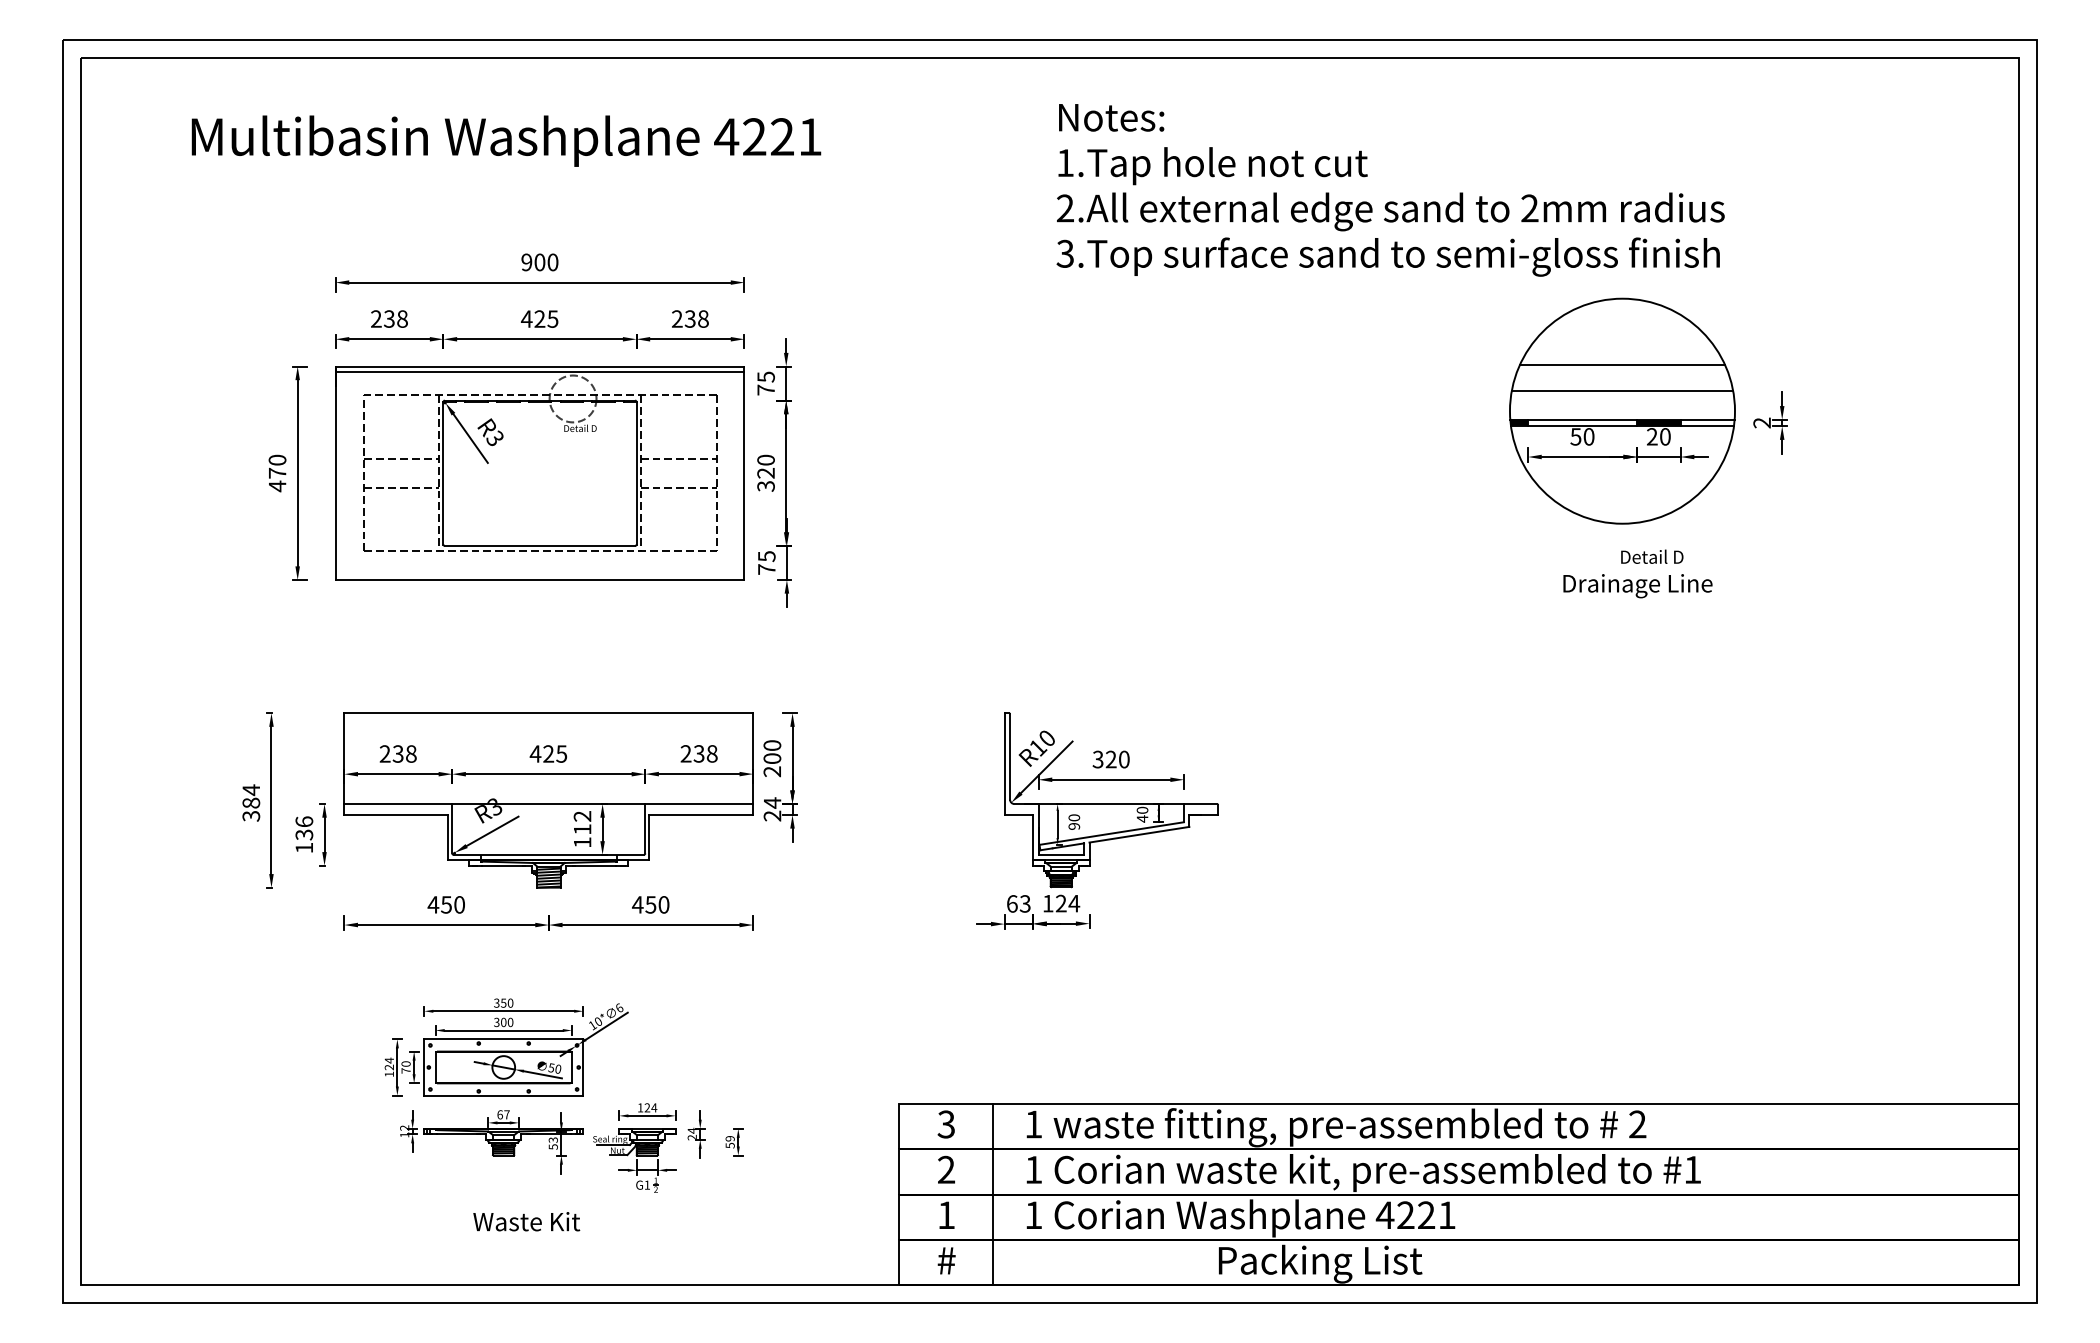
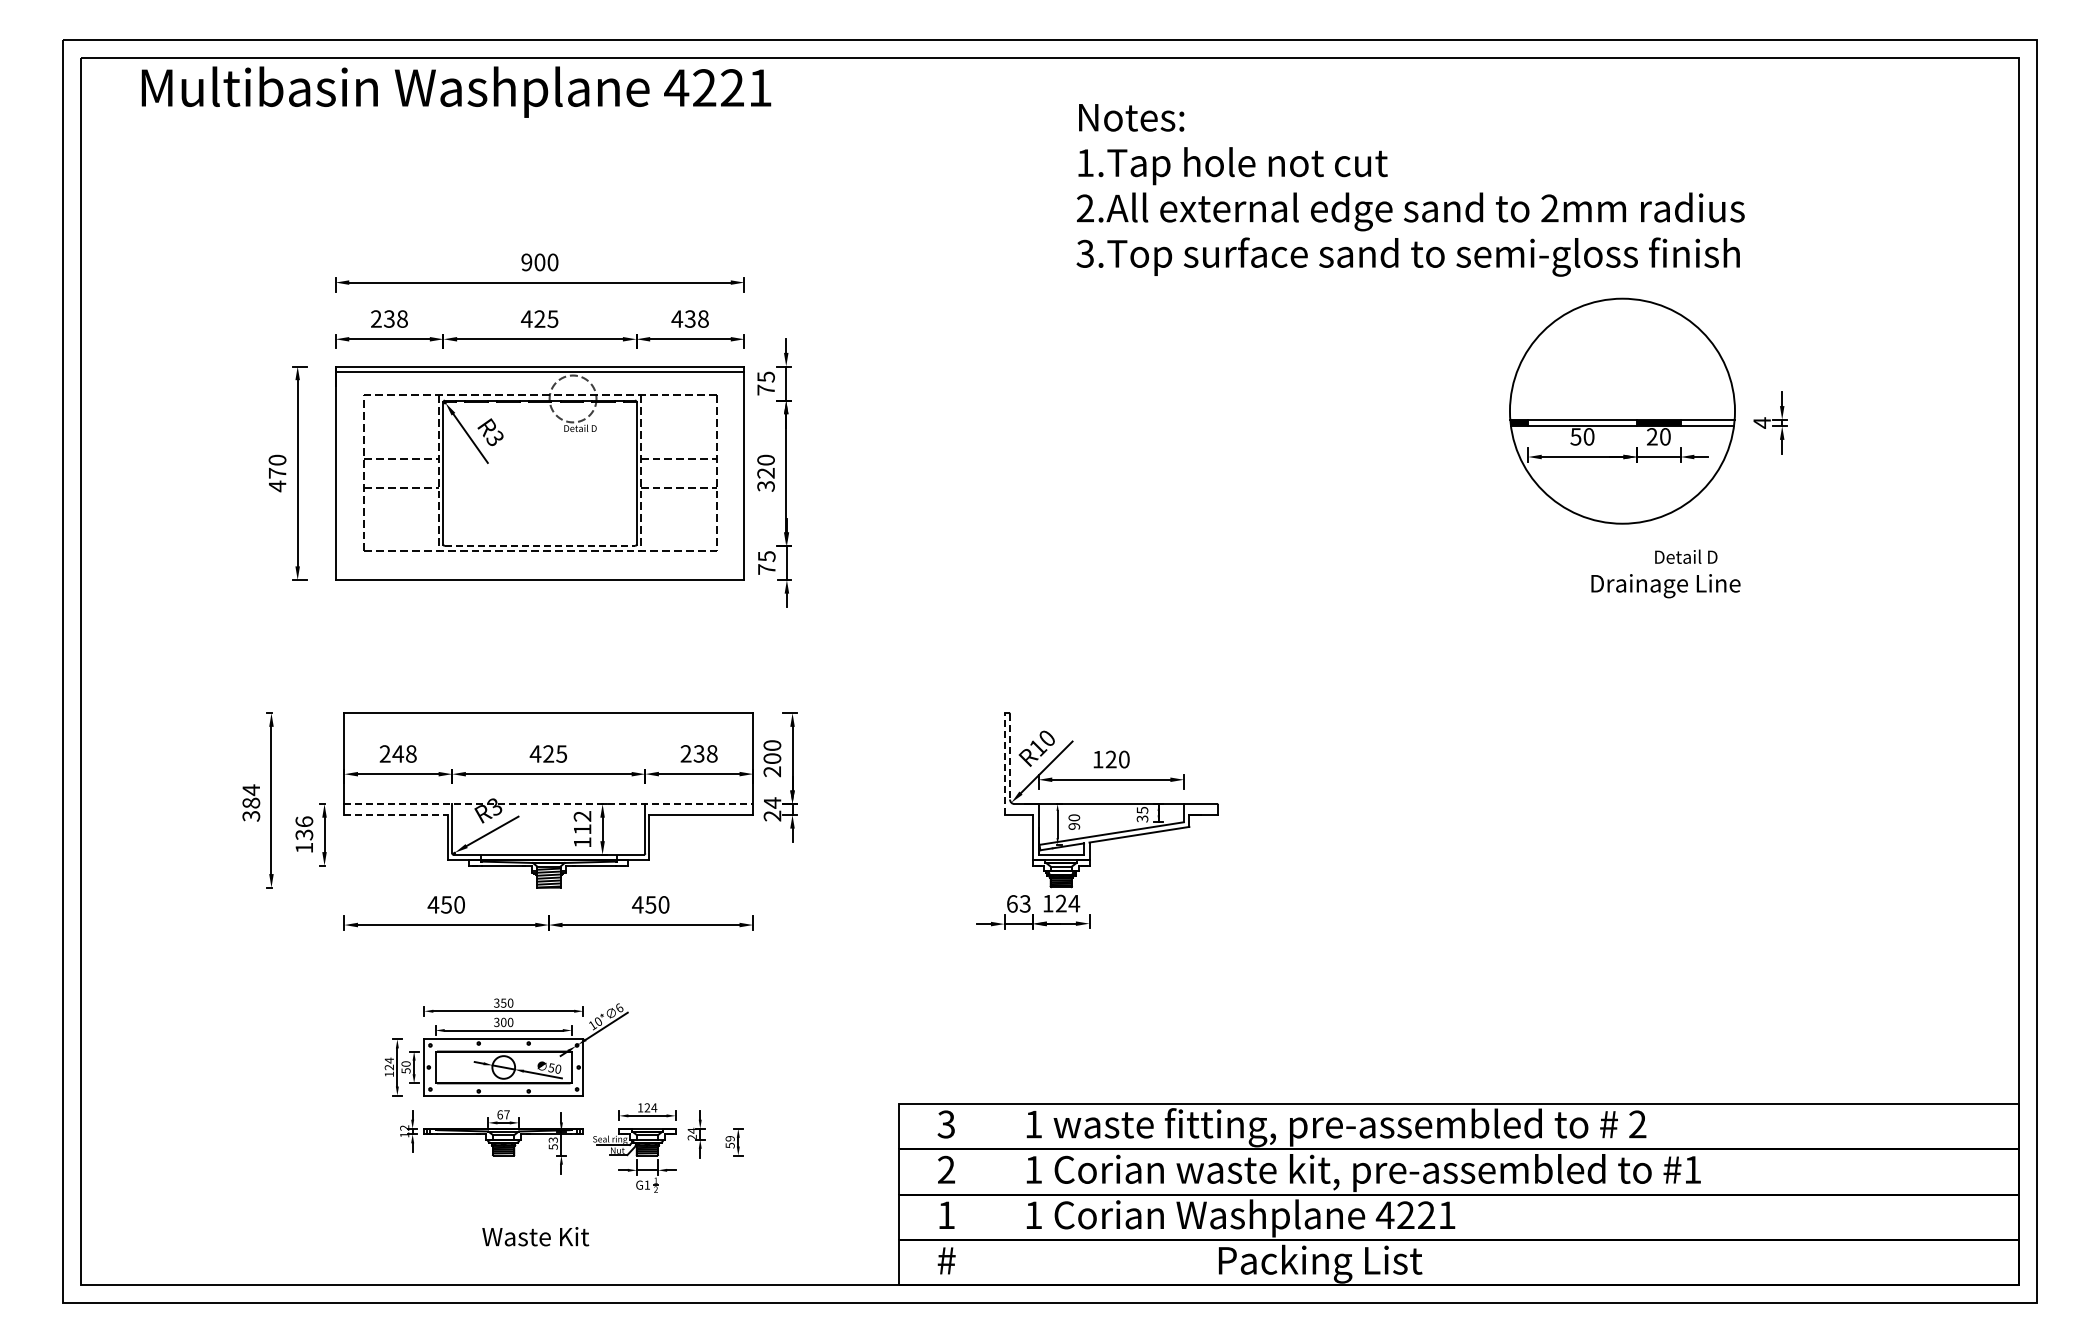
text at (506, 140) position: (506, 140) -> (456, 91)
text at (1390, 190) position: (1390, 190) -> (1410, 190)
text at (677, 318): 238 -> 438
line at (1622, 365): present -> none
line at (1622, 391): present -> none
text at (1761, 422): 2 -> 4
line at (540, 545): solid -> dashed
text at (1652, 556) position: (1652, 556) -> (1686, 556)
text at (1637, 586) position: (1637, 586) -> (1665, 586)
text at (398, 753): 238 -> 248
line at (1010, 756): solid -> dashed
text at (1097, 759): 320 -> 120
line at (1004, 764): solid -> dashed
line at (549, 804): solid -> dashed
line at (396, 814): solid -> dashed
text at (1142, 814): 40 -> 35
text at (405, 1070): 70 -> 50
line at (992, 1194): present -> none
text at (526, 1221) position: (526, 1221) -> (535, 1236)
